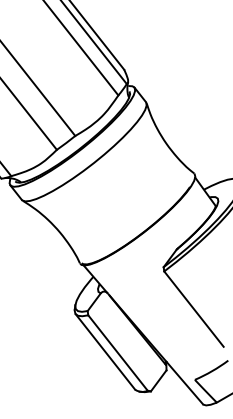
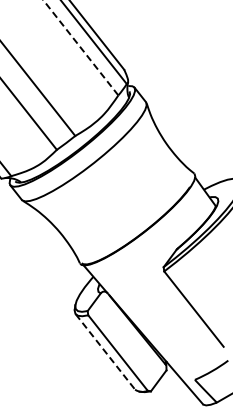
line at (80, 47): solid -> dashed
line at (105, 352): solid -> dashed
